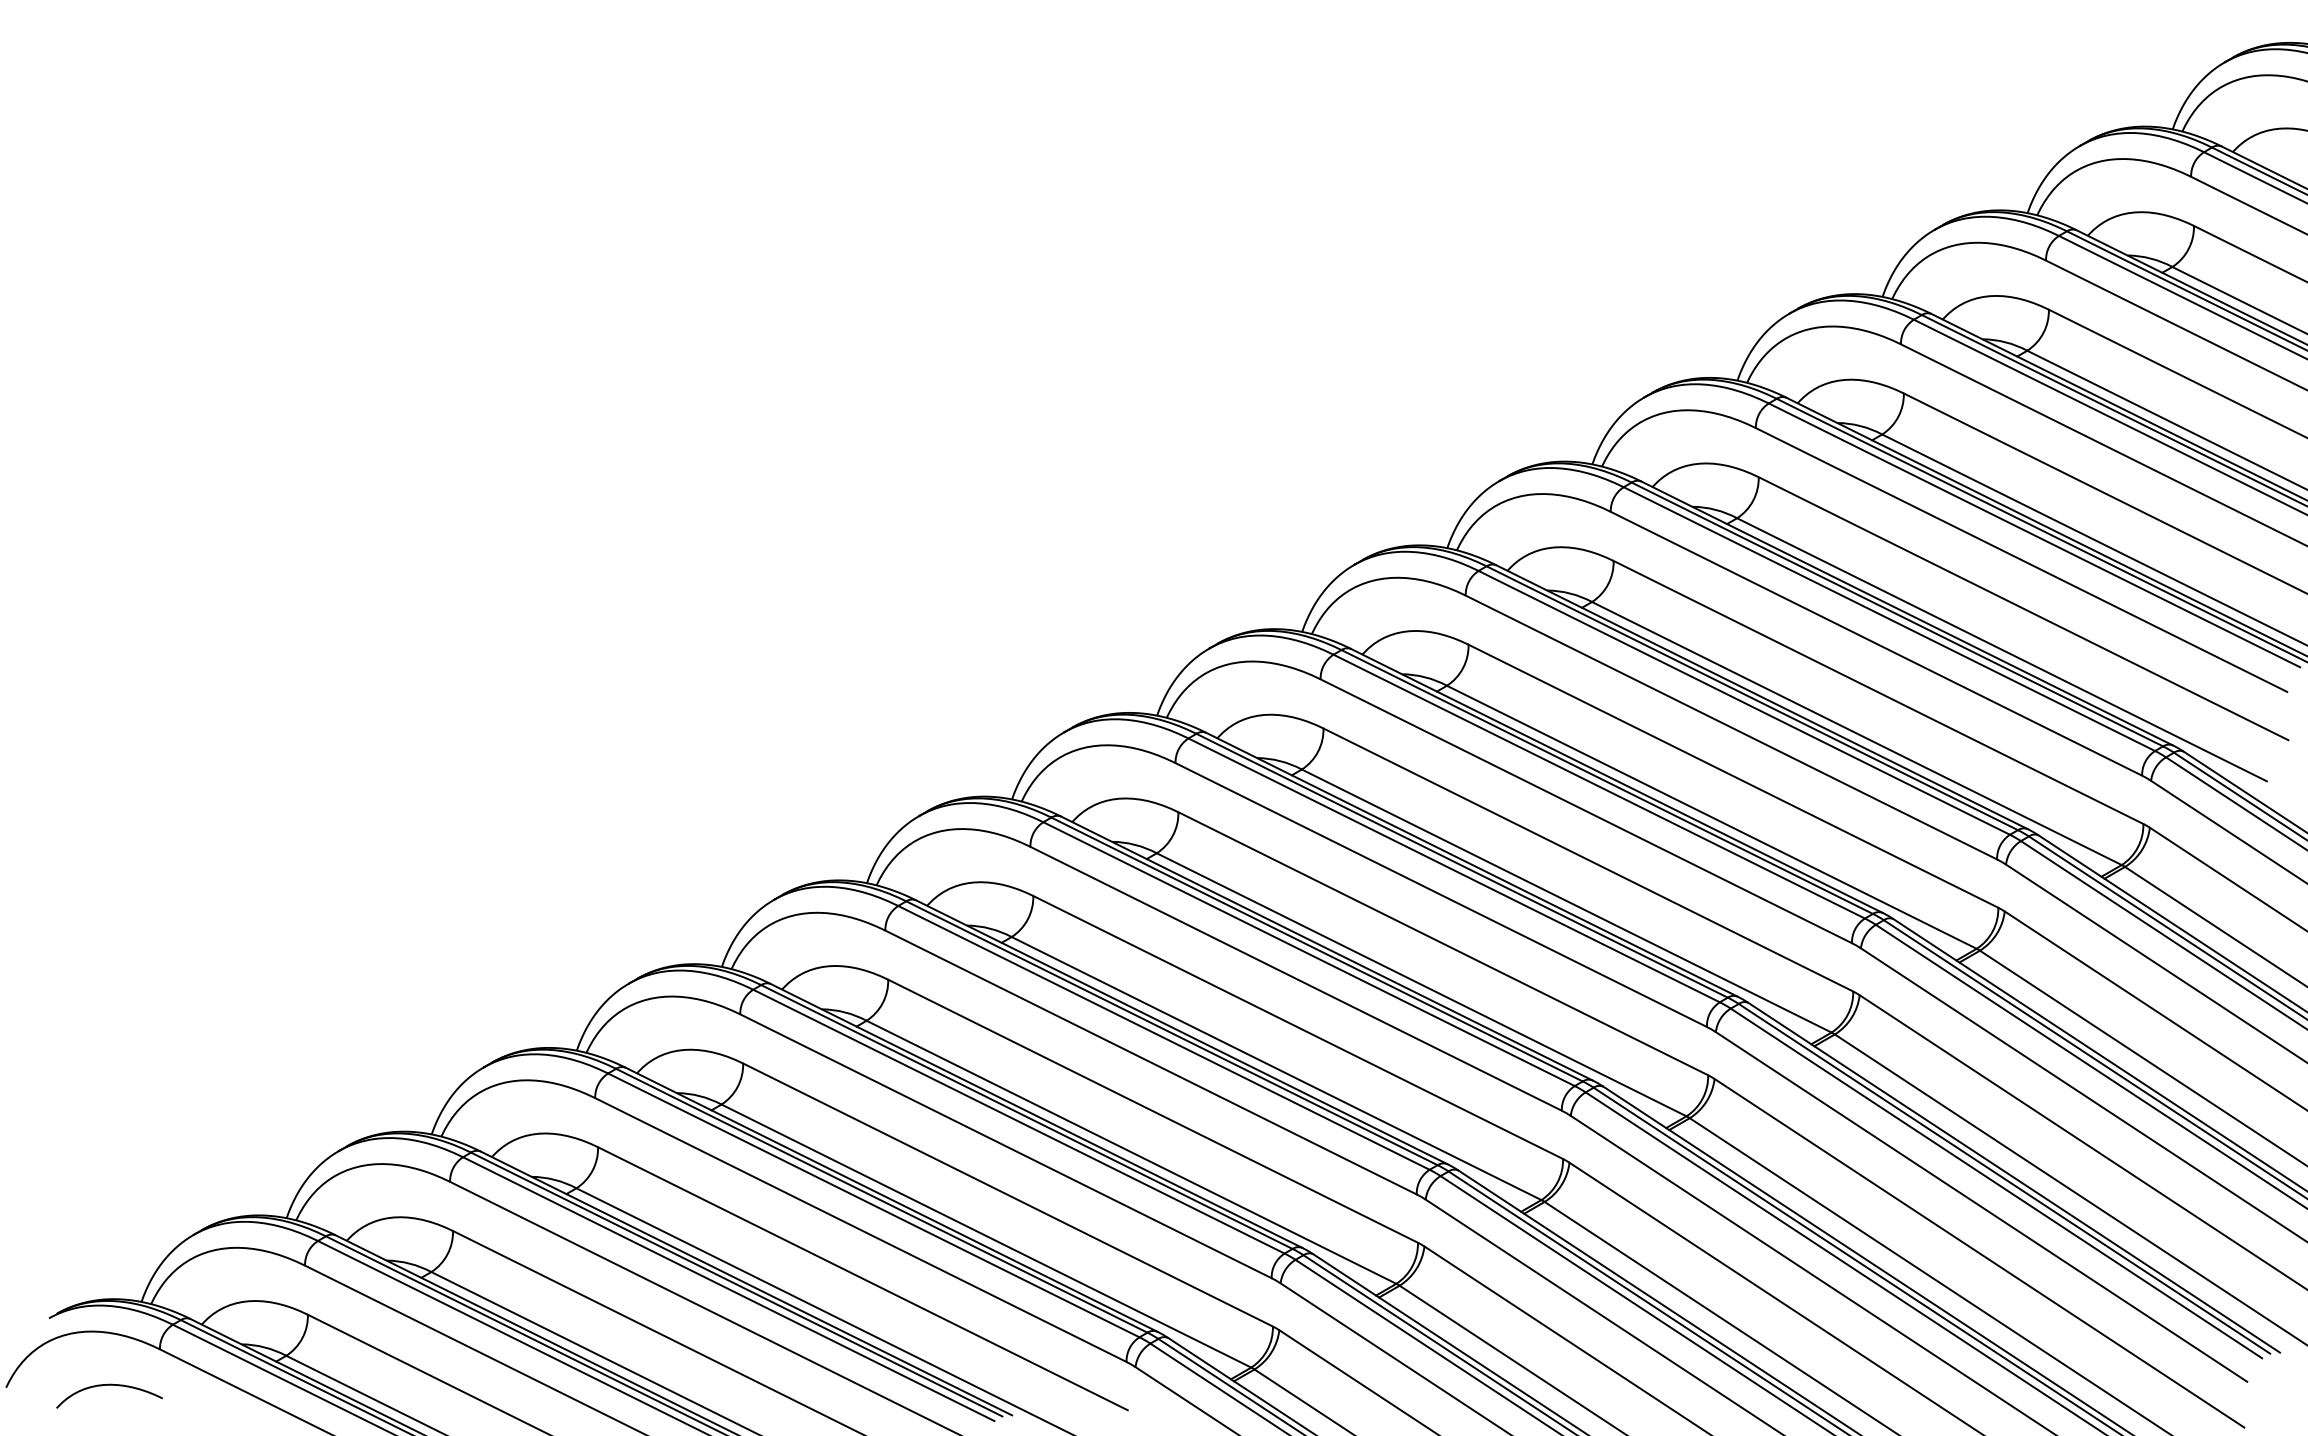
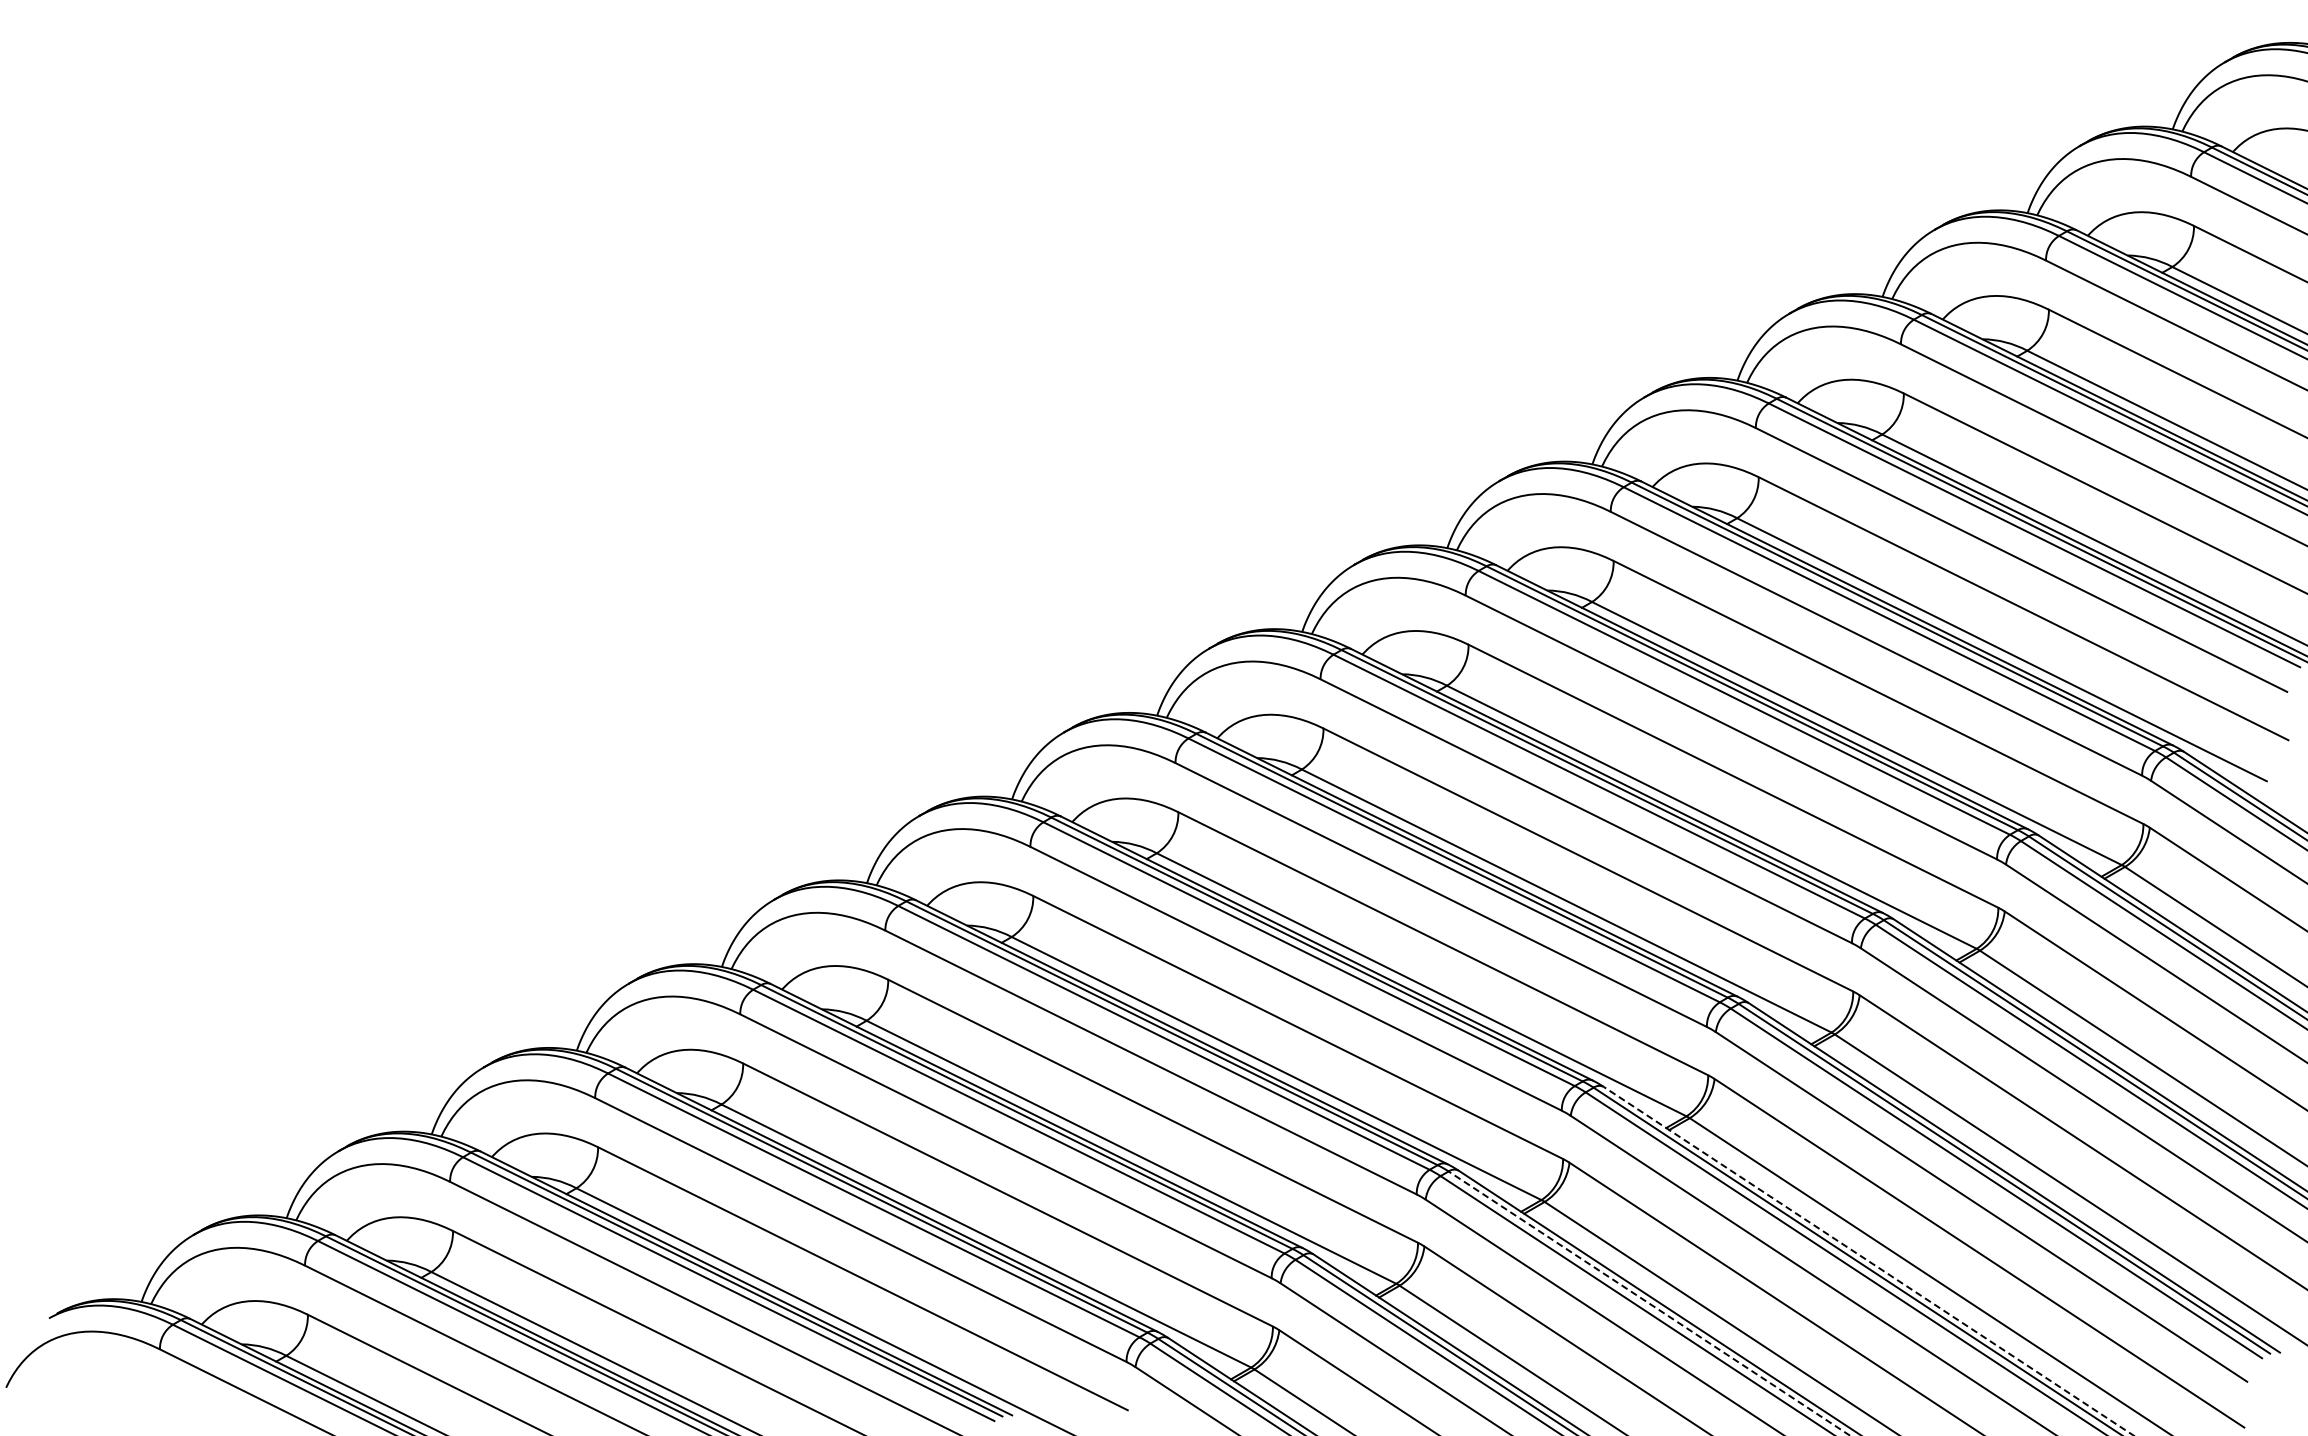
line at (1868, 1261): solid -> dashed
line at (1648, 1303): solid -> dashed
curve at (109, 1385): present -> none
